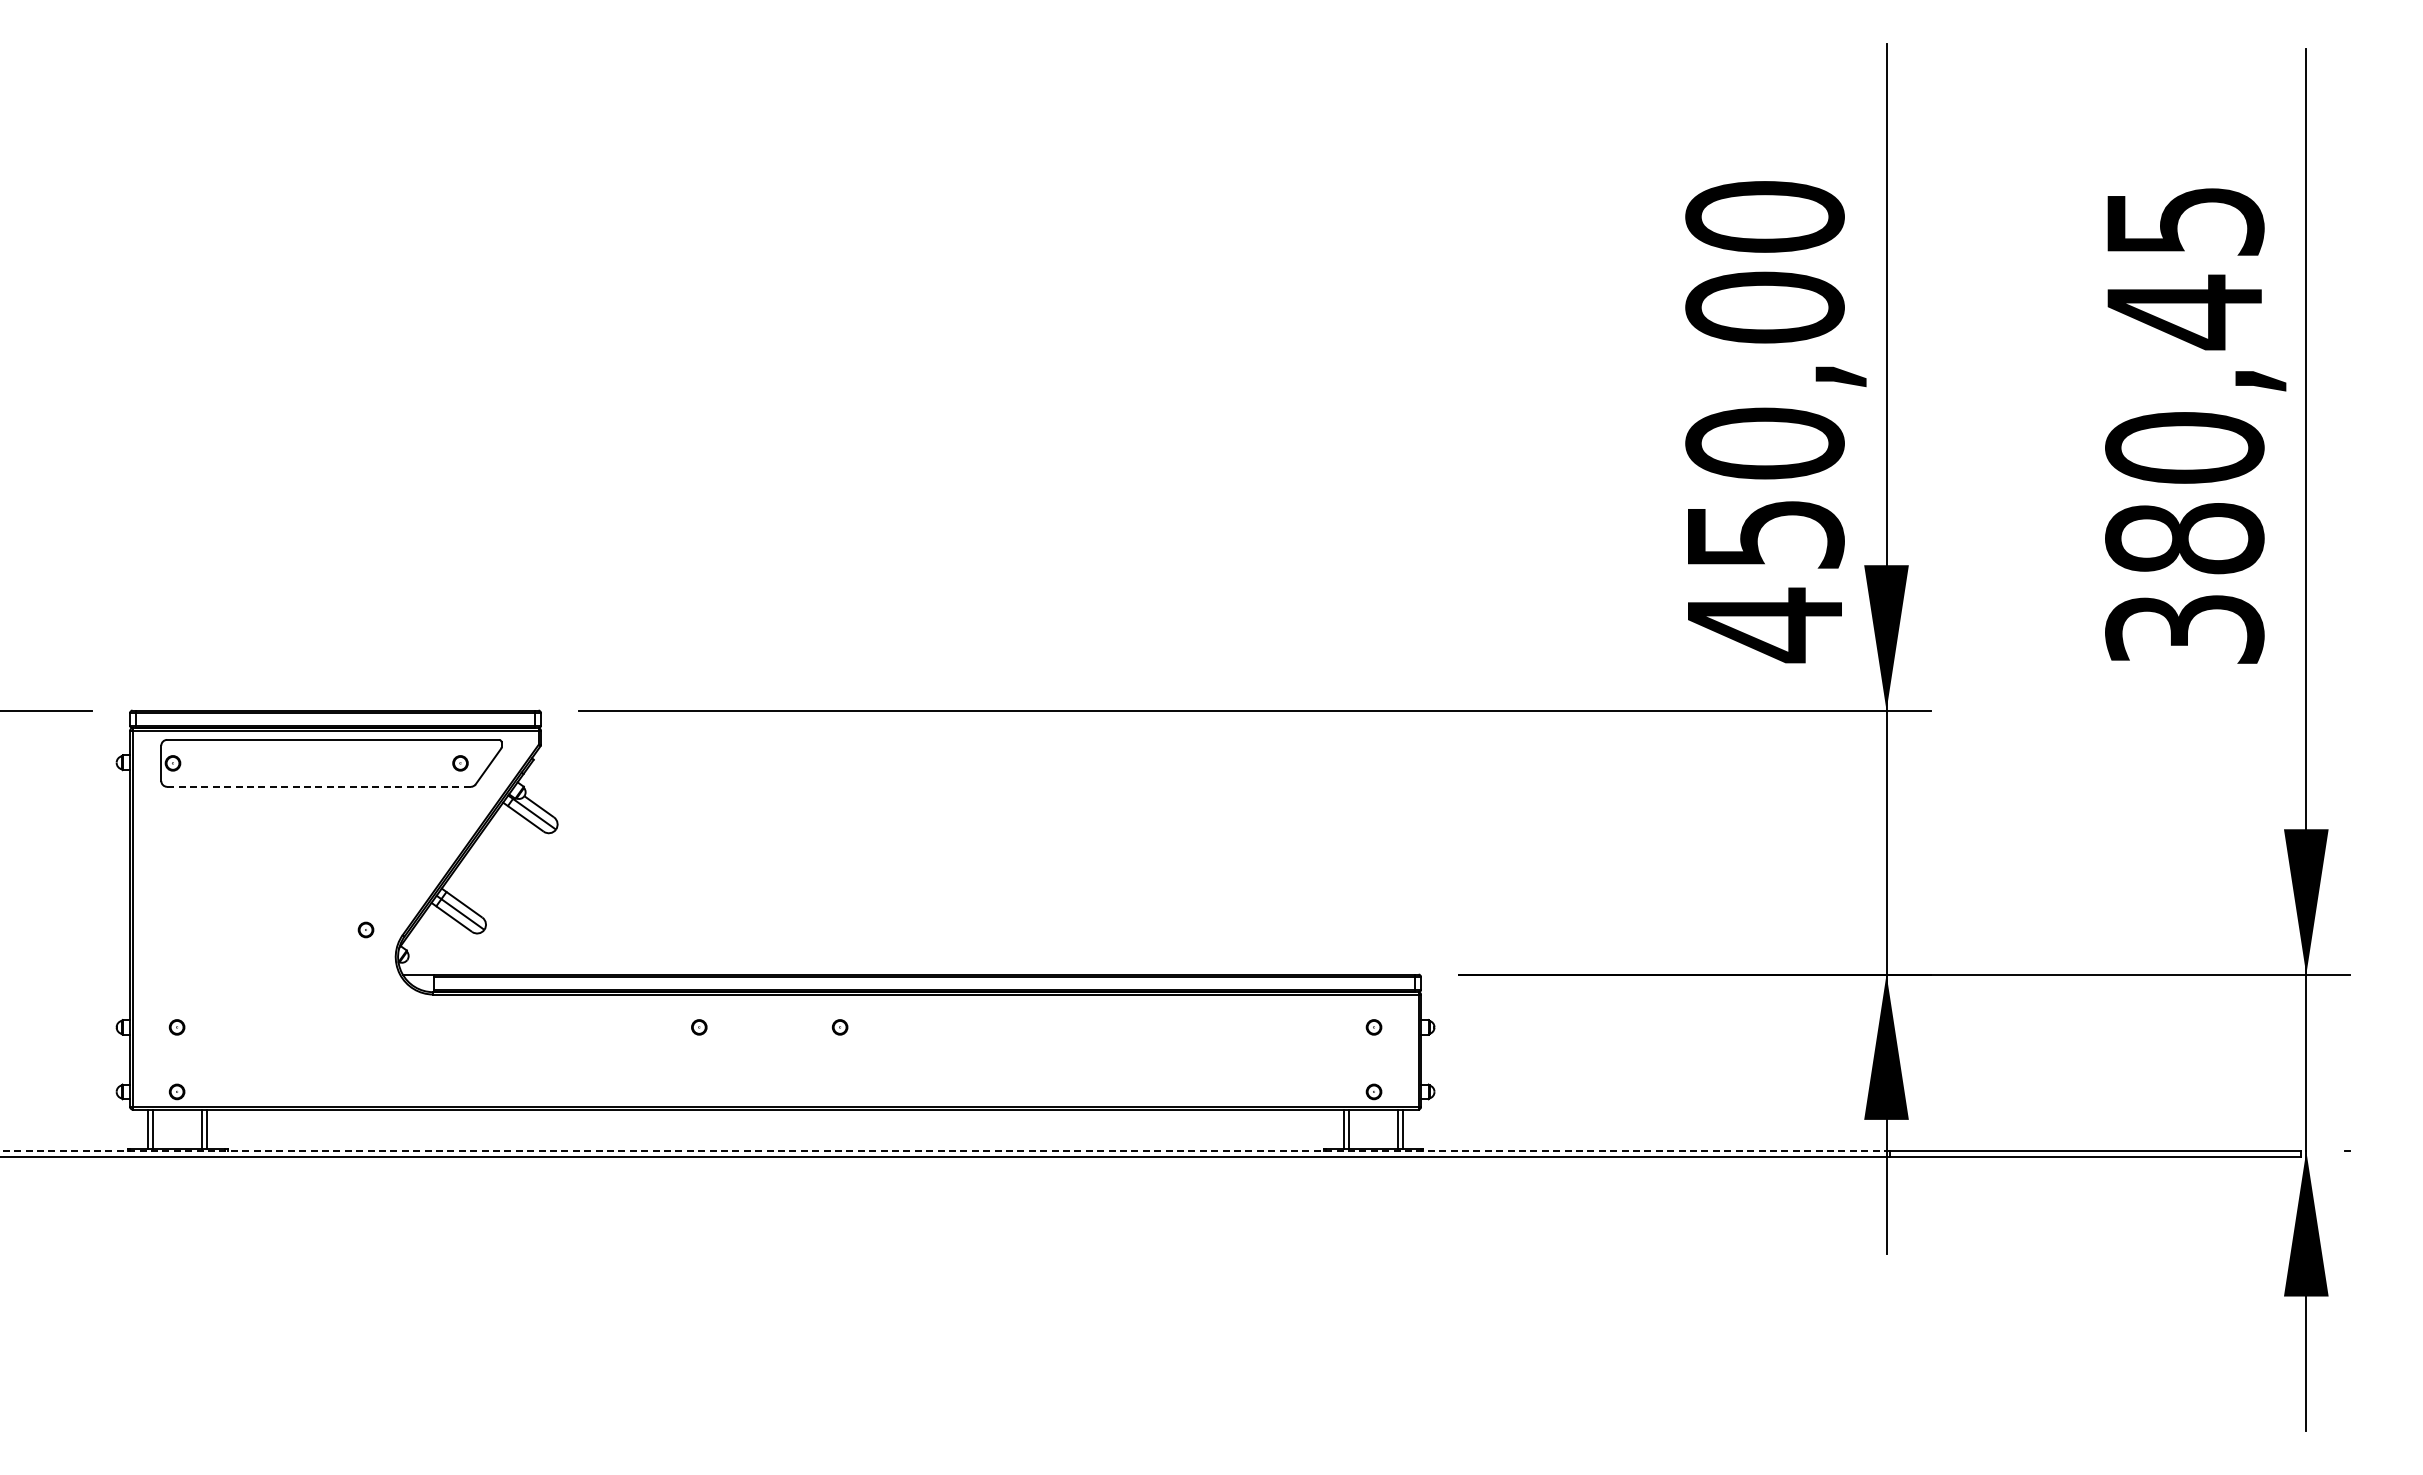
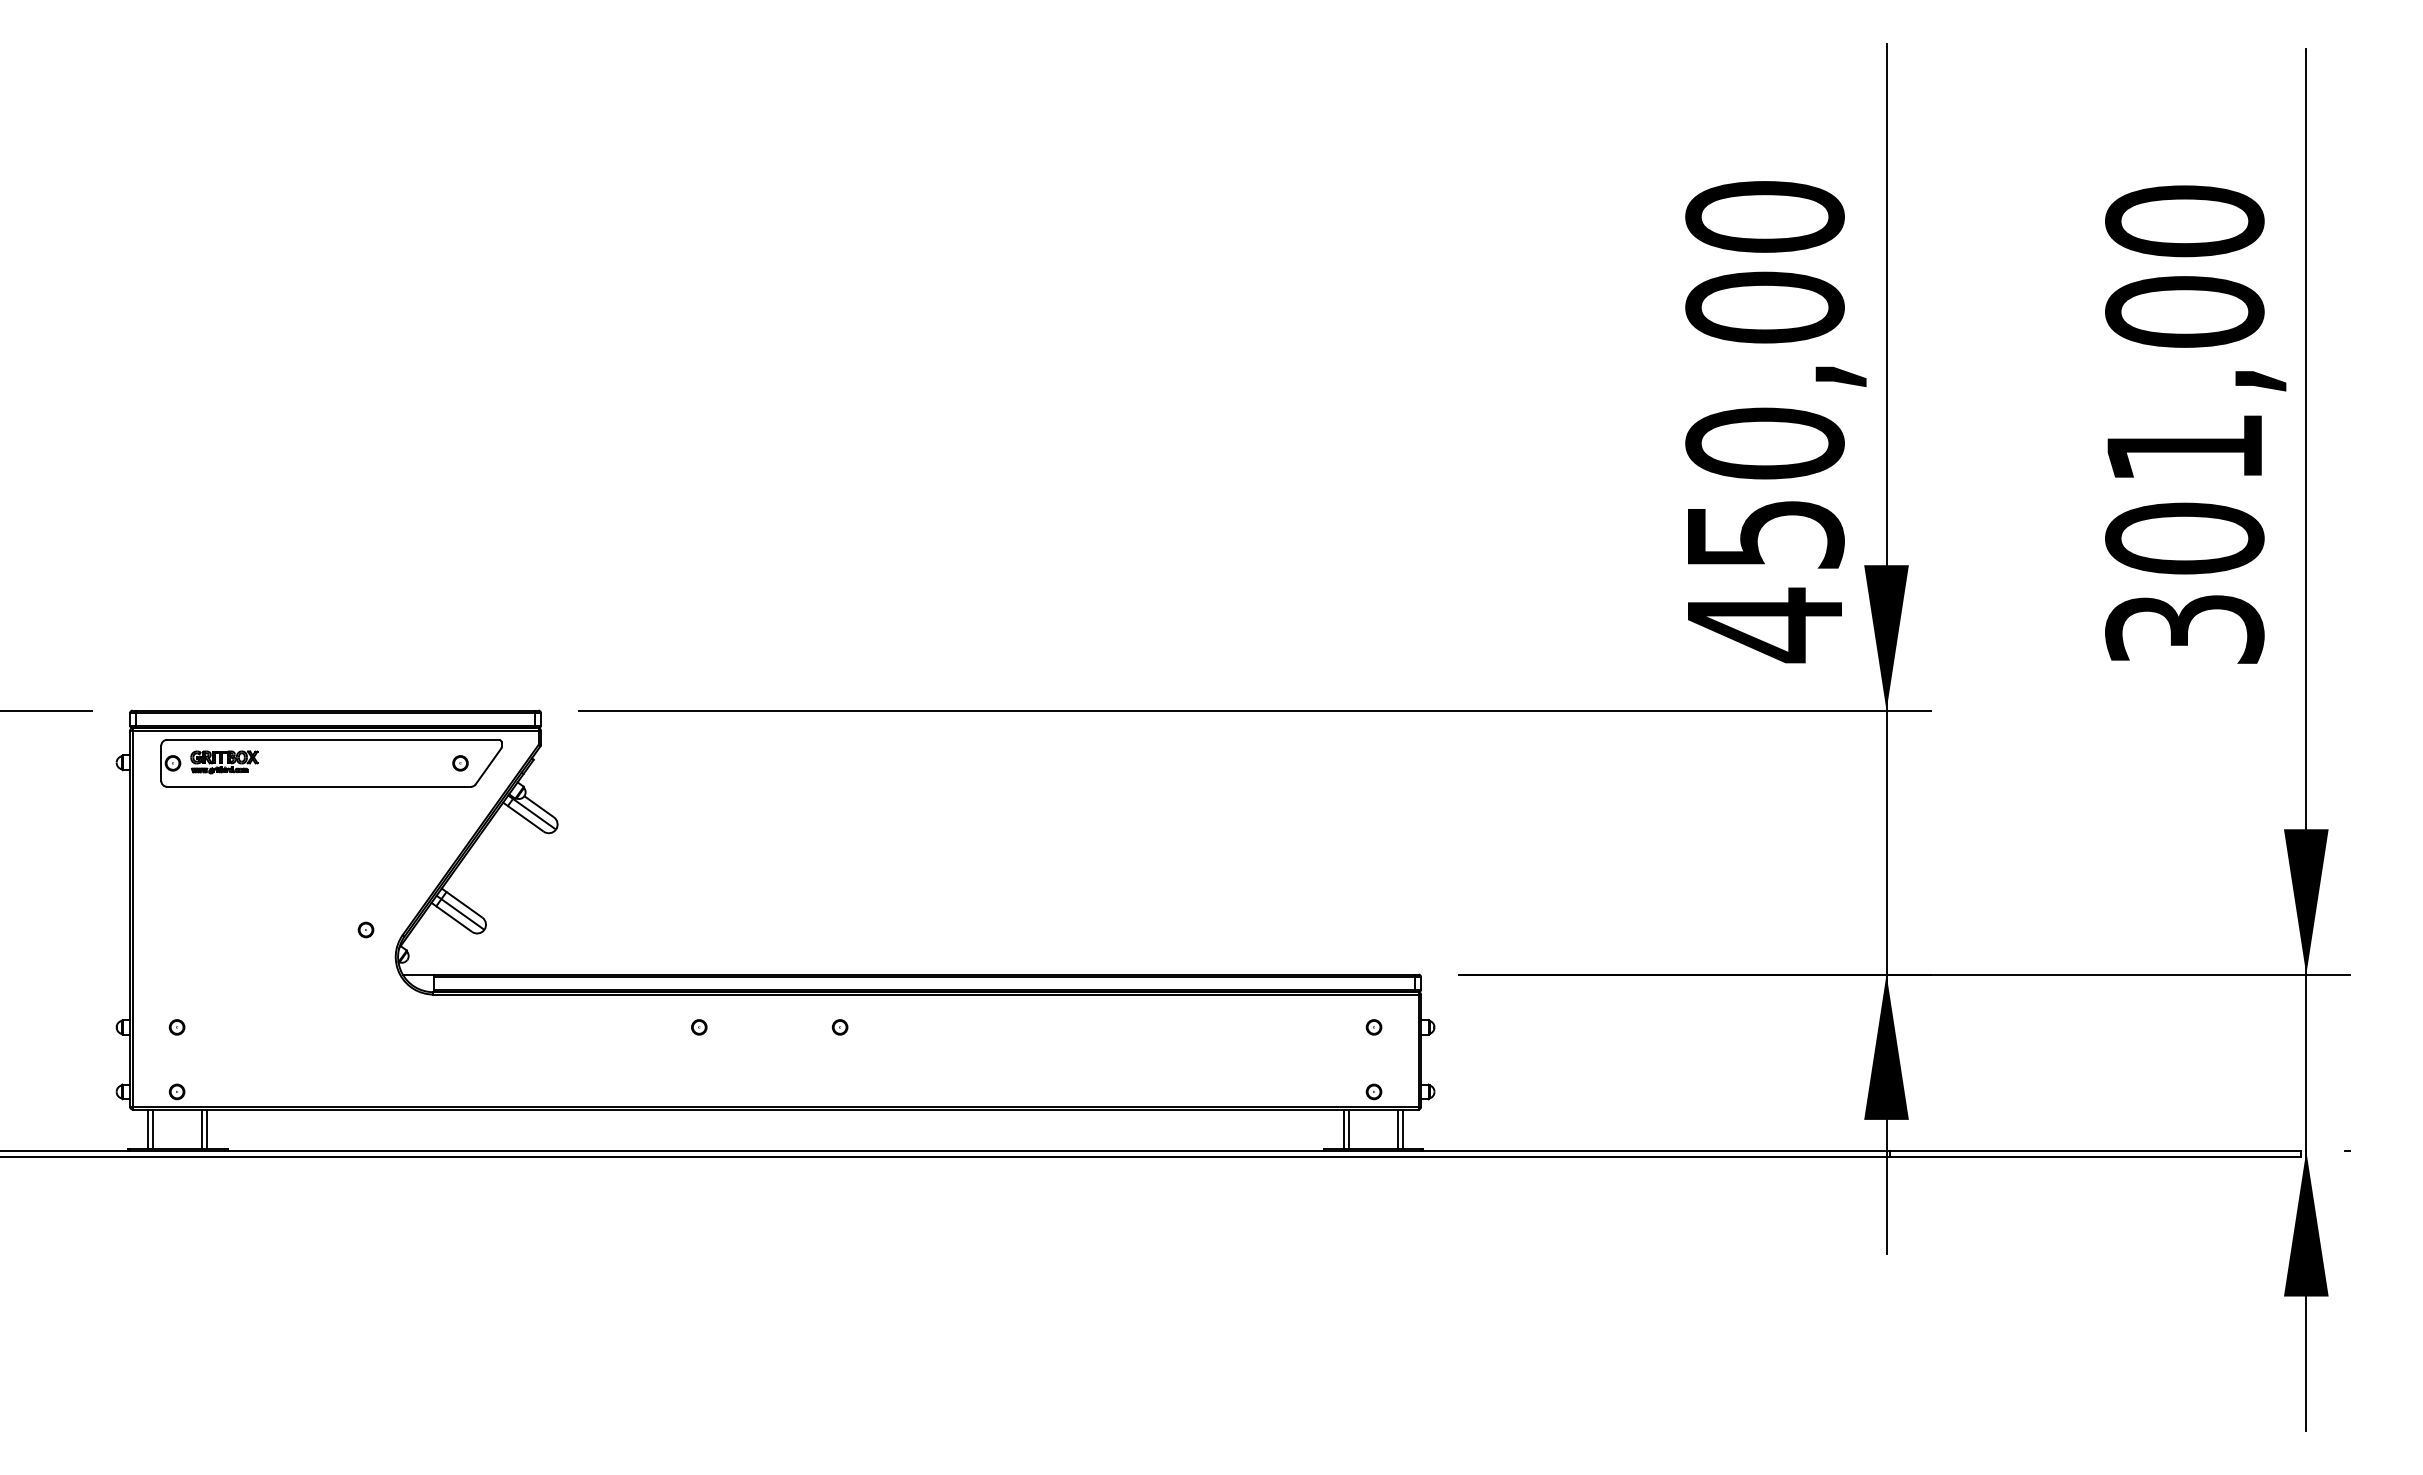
text at (2184, 379): 380,45 -> 301,00
part at (224, 762): none -> present
line at (319, 786): dashed -> solid
line at (945, 1151): dashed -> solid
